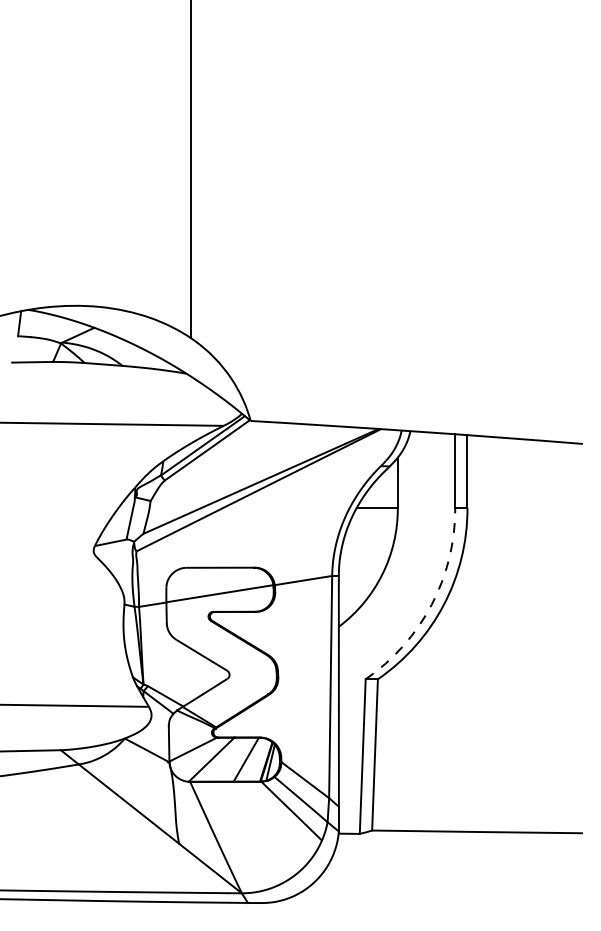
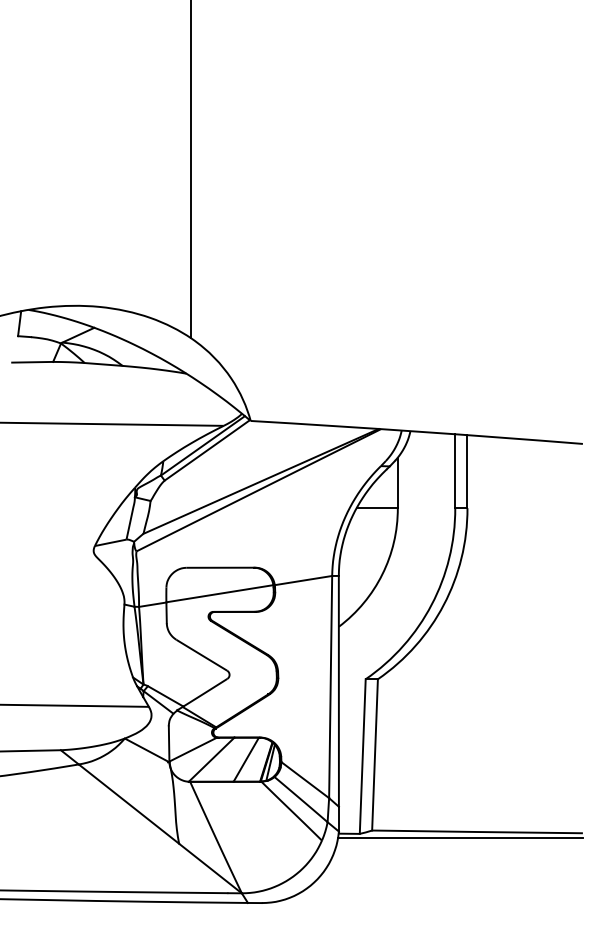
arc at (431, 604): dashed -> solid
line at (460, 837): none -> present
